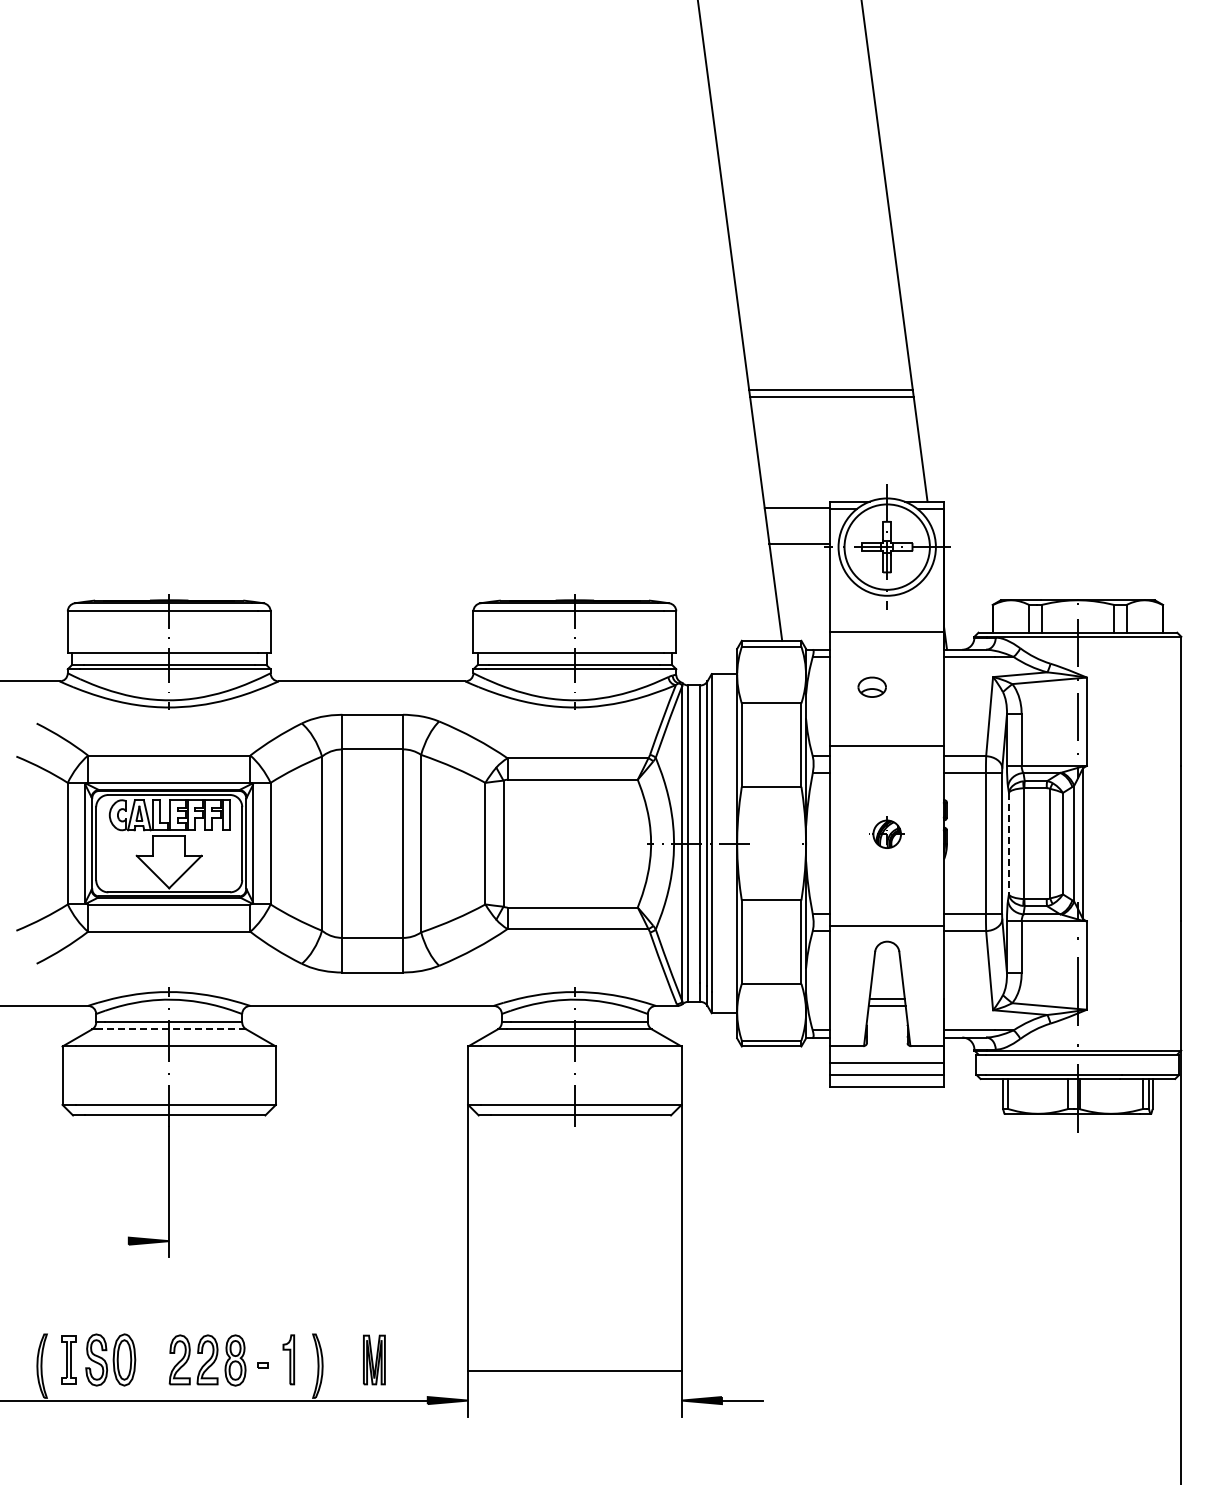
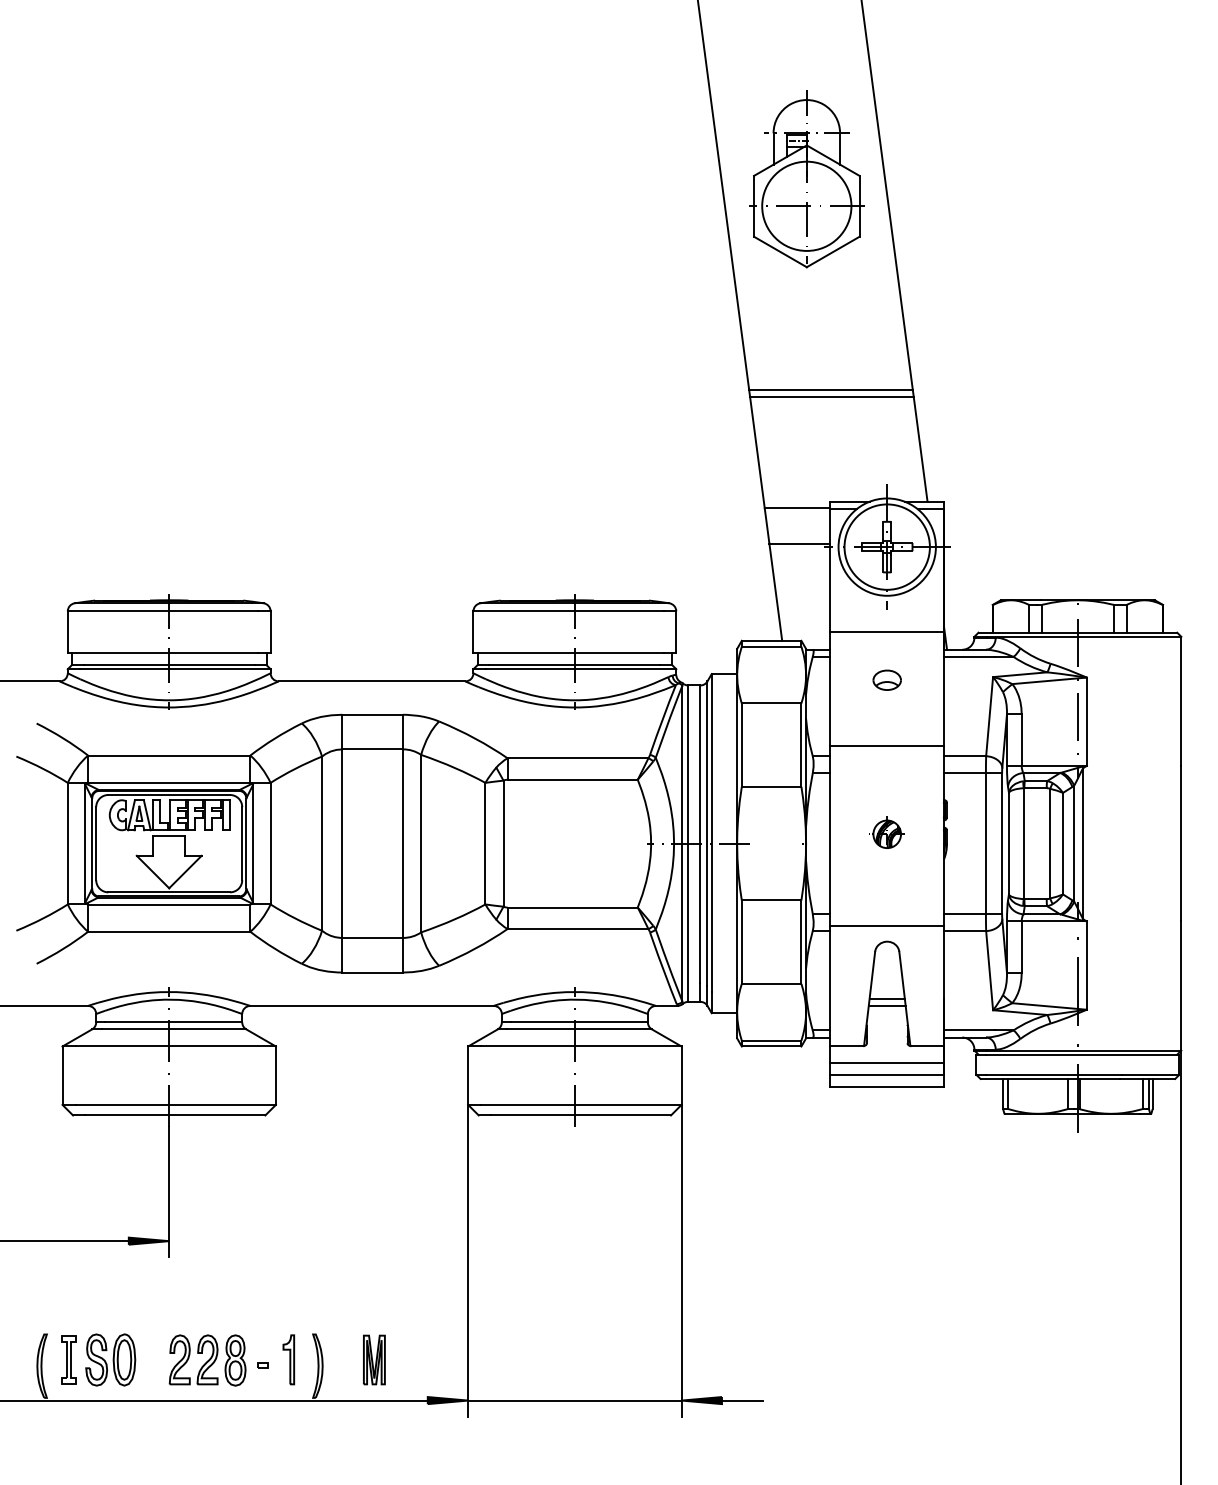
part at (806, 179): none -> present
part at (871, 686) position: (871, 686) -> (886, 679)
line at (1008, 843): dashed -> solid
line at (173, 1029): dashed -> solid
line at (65, 1241): none -> present
line at (574, 1370) position: (574, 1370) -> (574, 1400)
